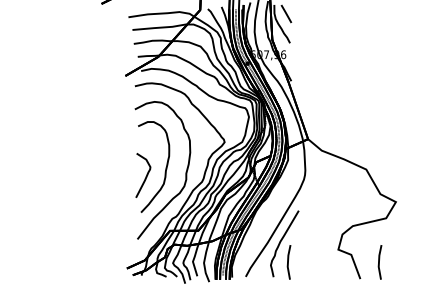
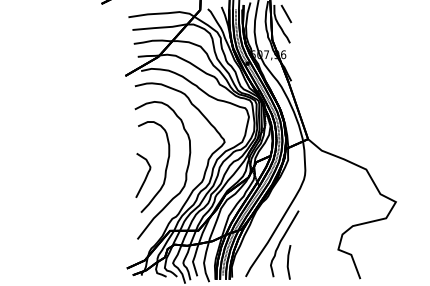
line at (379, 262): present -> none
